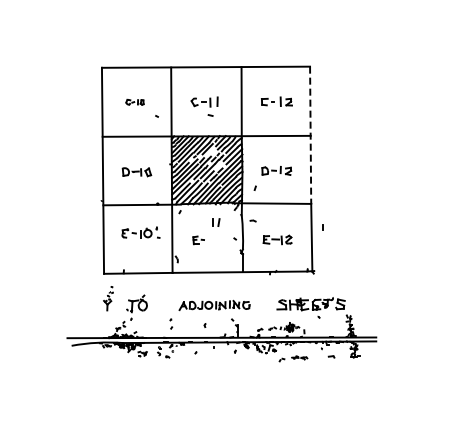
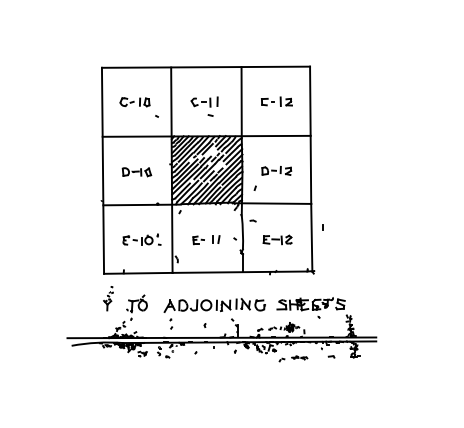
part at (134, 101) size: 20x8 px -> 32x11 px
line at (310, 135): dashed -> solid
part at (216, 222) position: (216, 222) -> (216, 239)
part at (140, 232) position: (140, 232) -> (141, 239)
part at (214, 305) size: 73x13 px -> 103x15 px
